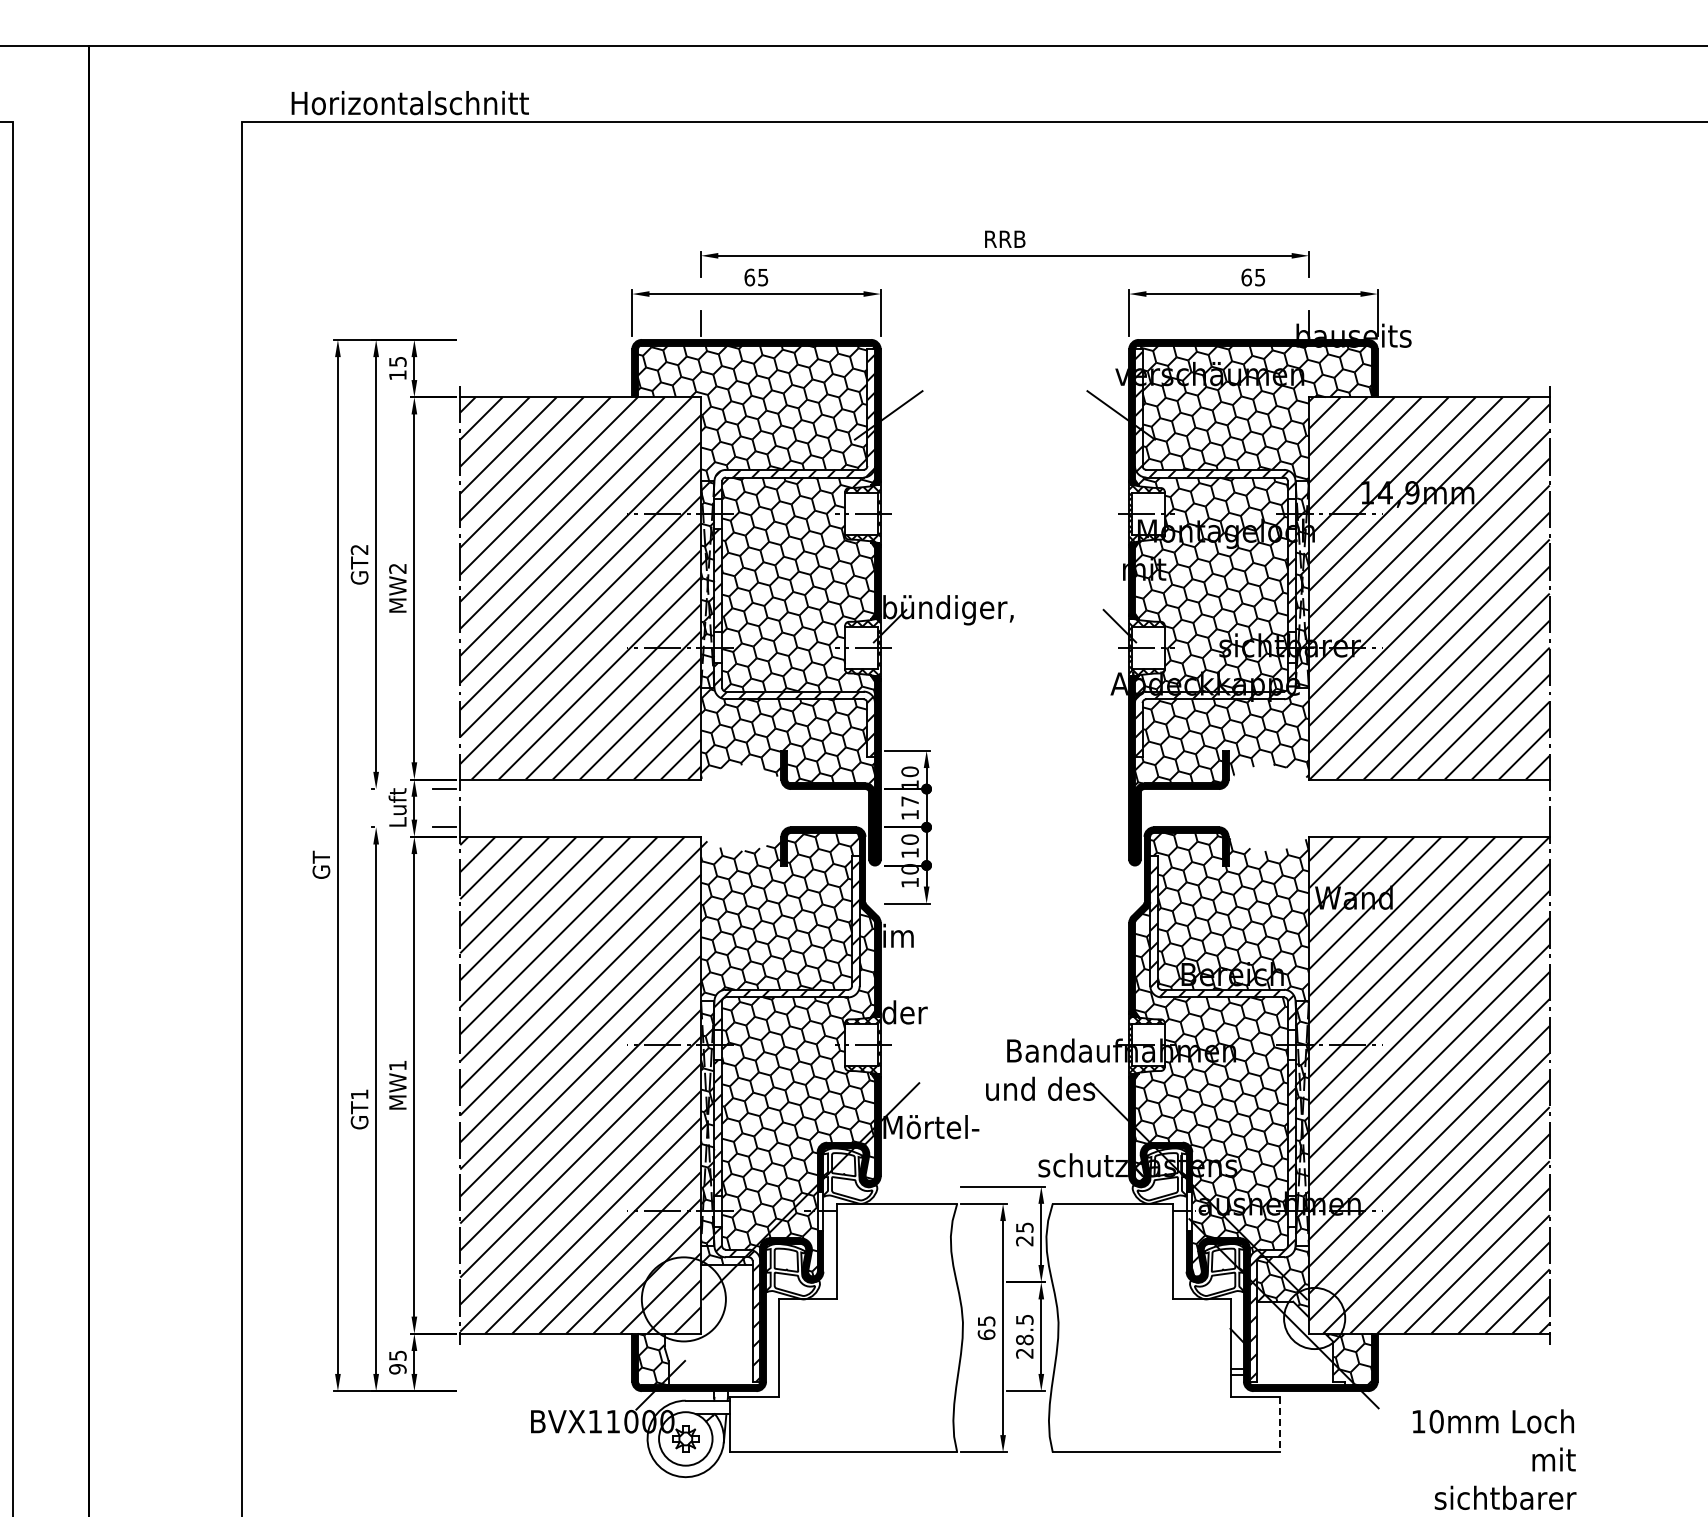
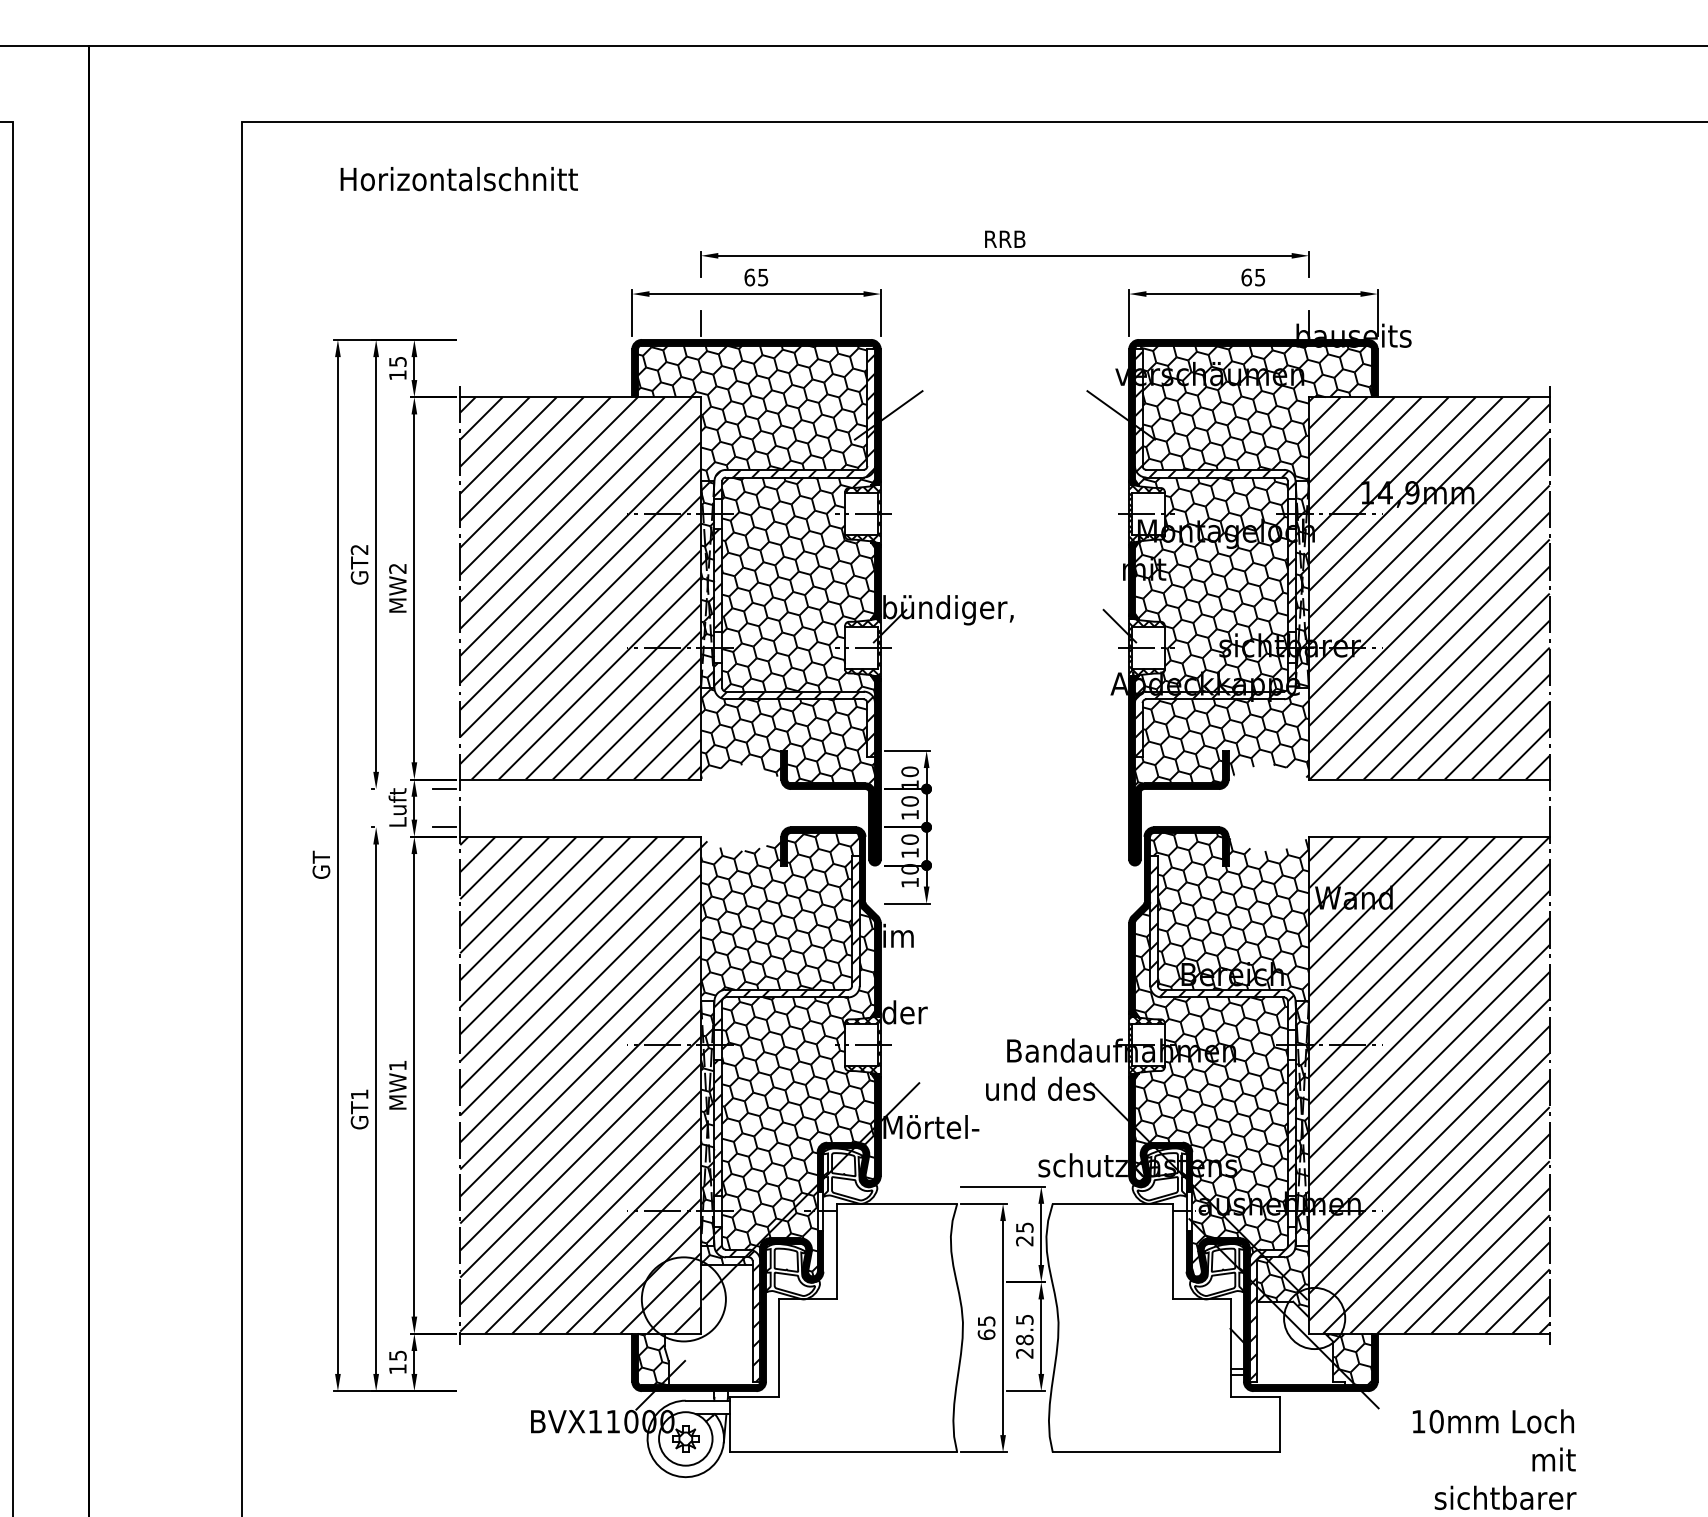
text at (409, 103) position: (409, 103) -> (458, 179)
text at (909, 801): 17 -> 10
text at (397, 1369): 95 -> 15
line at (1280, 1424): dashed -> solid
